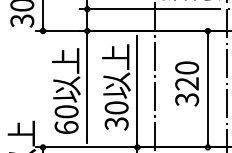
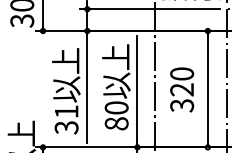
text at (187, 83) position: (187, 83) -> (182, 89)
text at (66, 119): 60 -> 31
text at (116, 123): 30 -> 80
